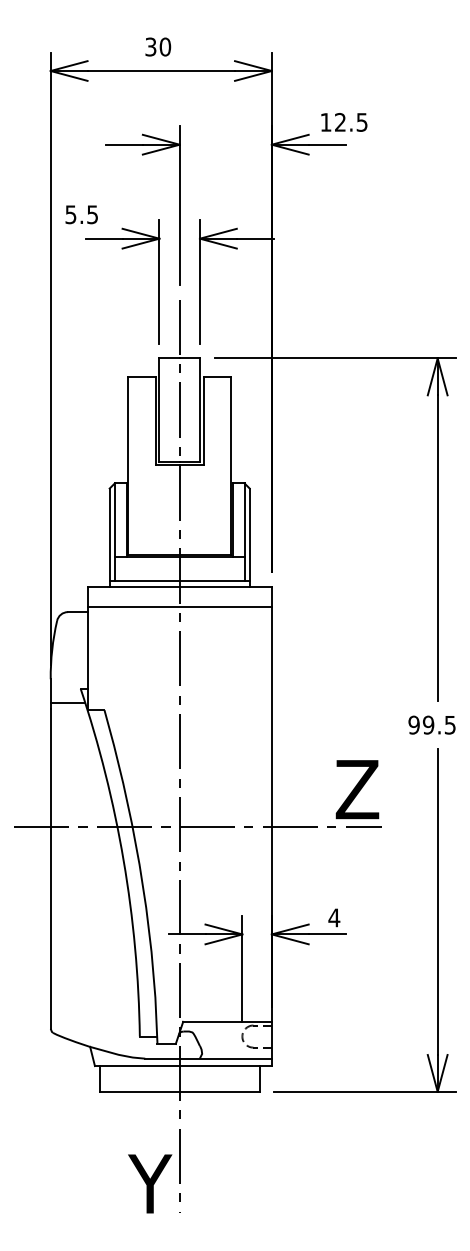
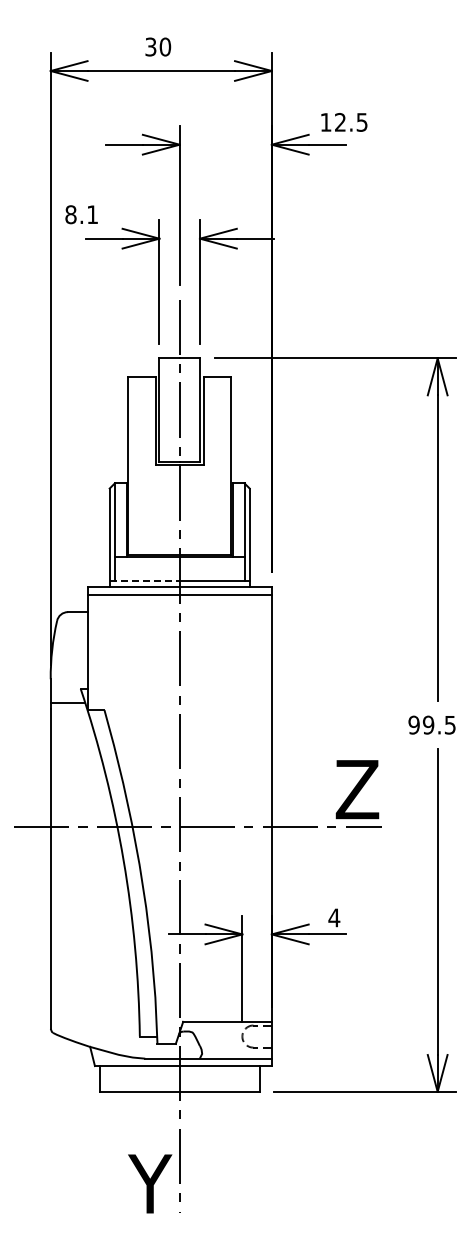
text at (81, 214): 5.5 -> 8.1
line at (145, 581): solid -> dashed
line at (179, 606) position: (179, 606) -> (179, 594)
